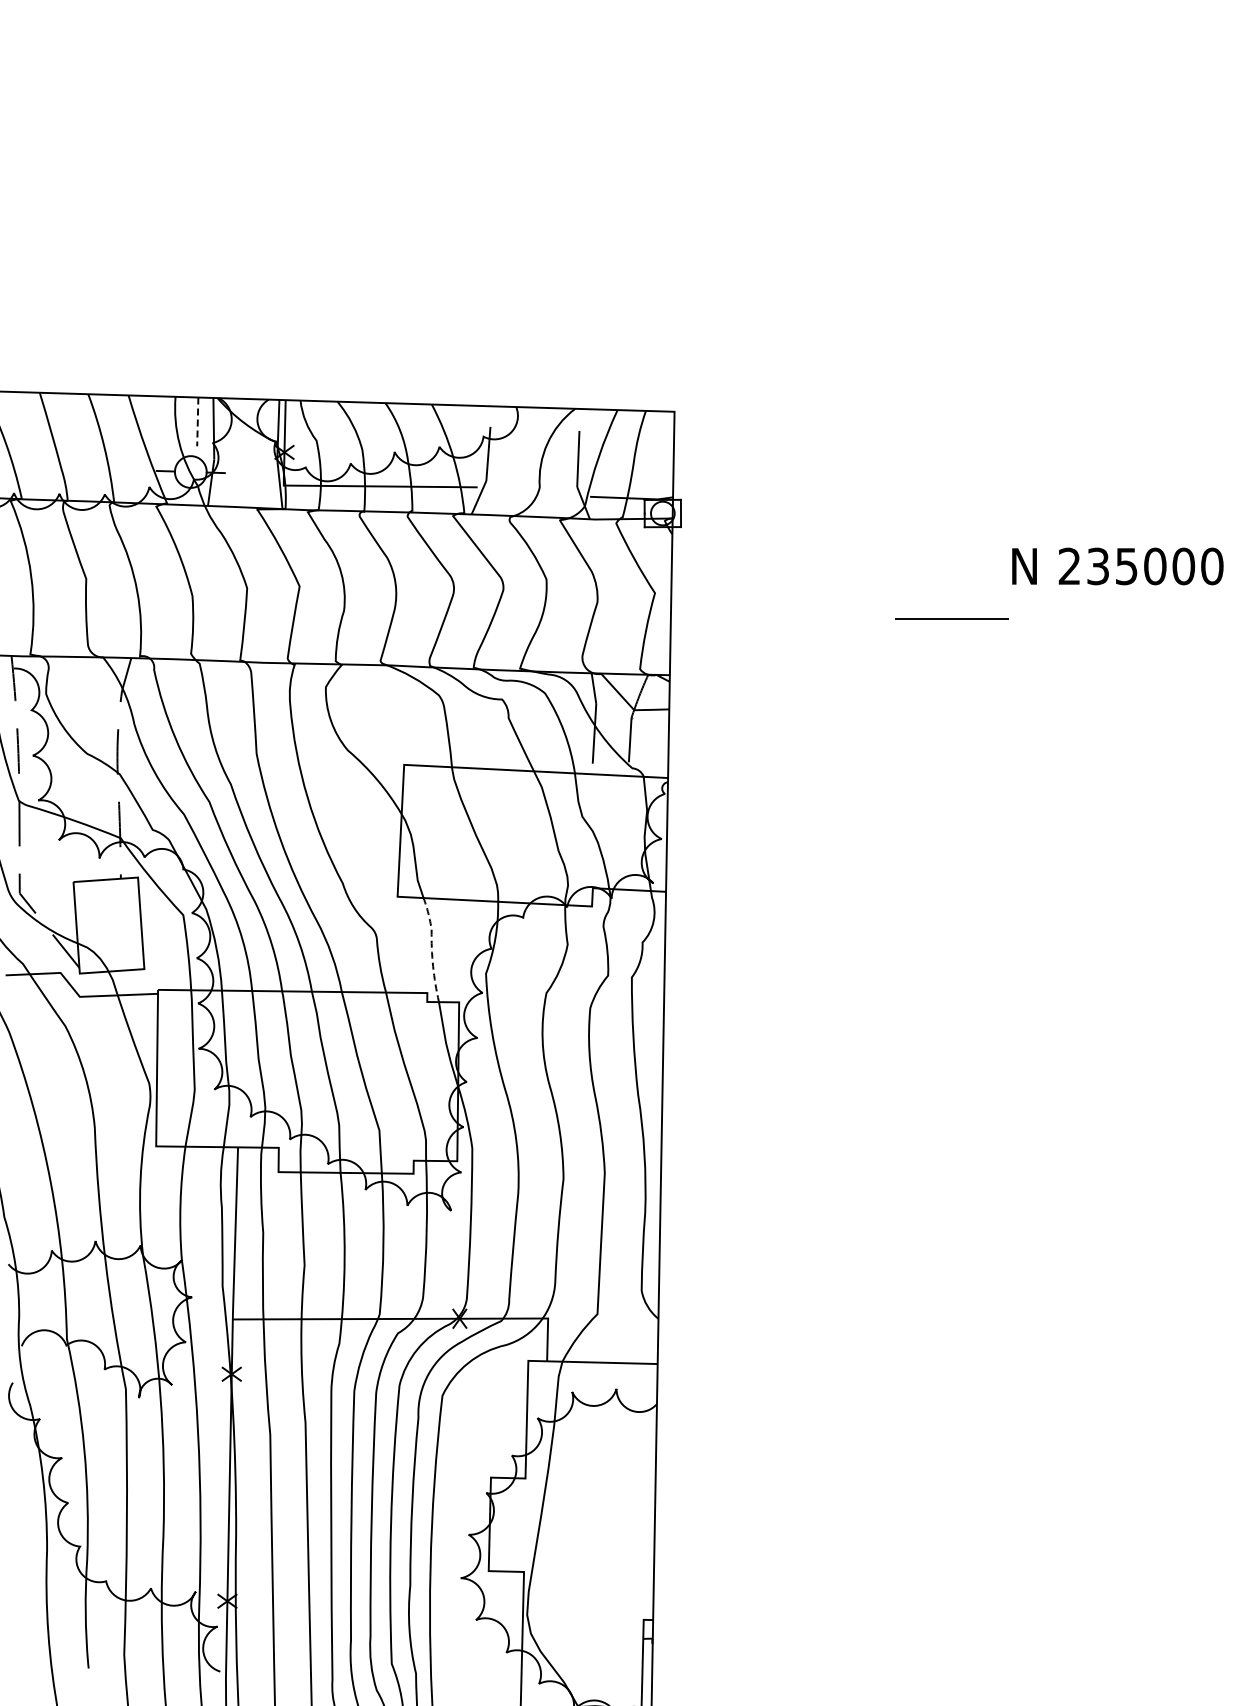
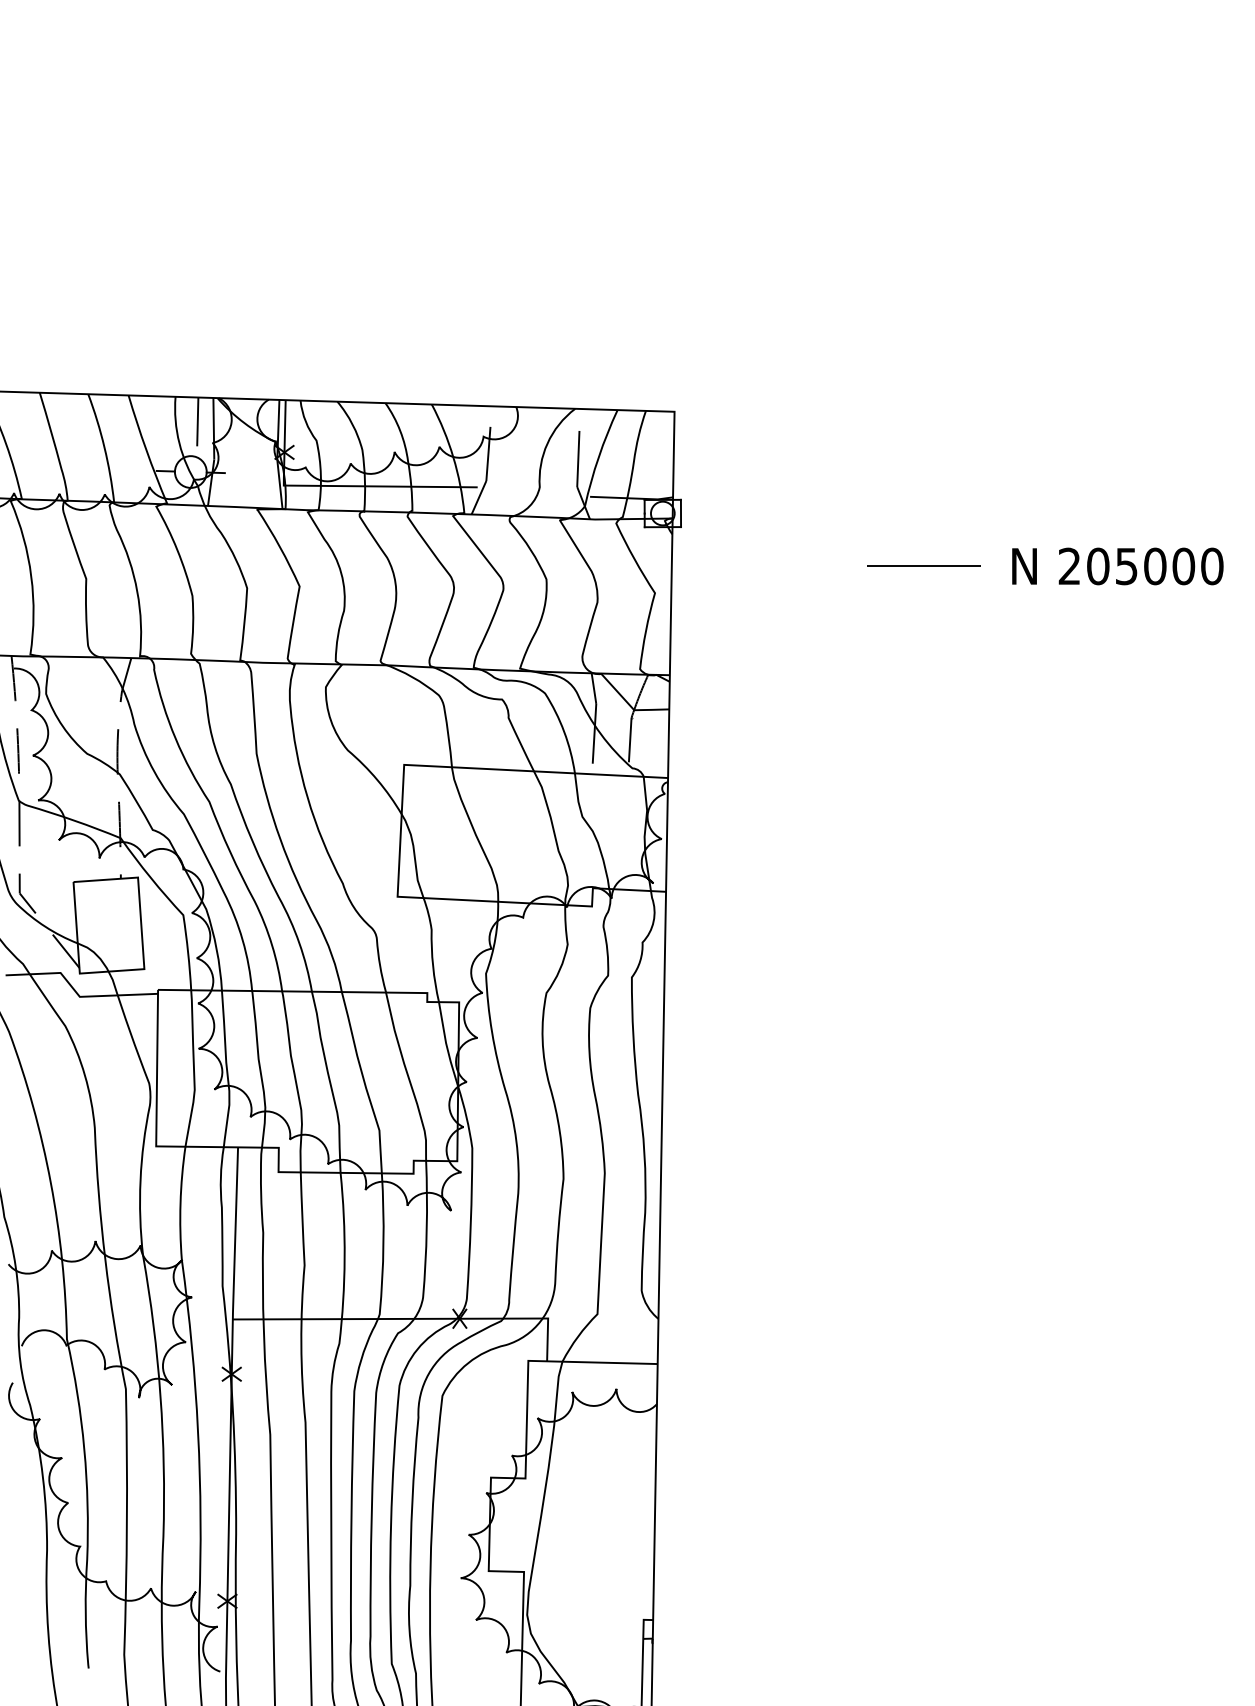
line at (197, 422): dashed -> solid
text at (1098, 566): 235000 -> 205000
line at (951, 618) position: (951, 618) -> (923, 565)
line at (431, 948): dashed -> solid
